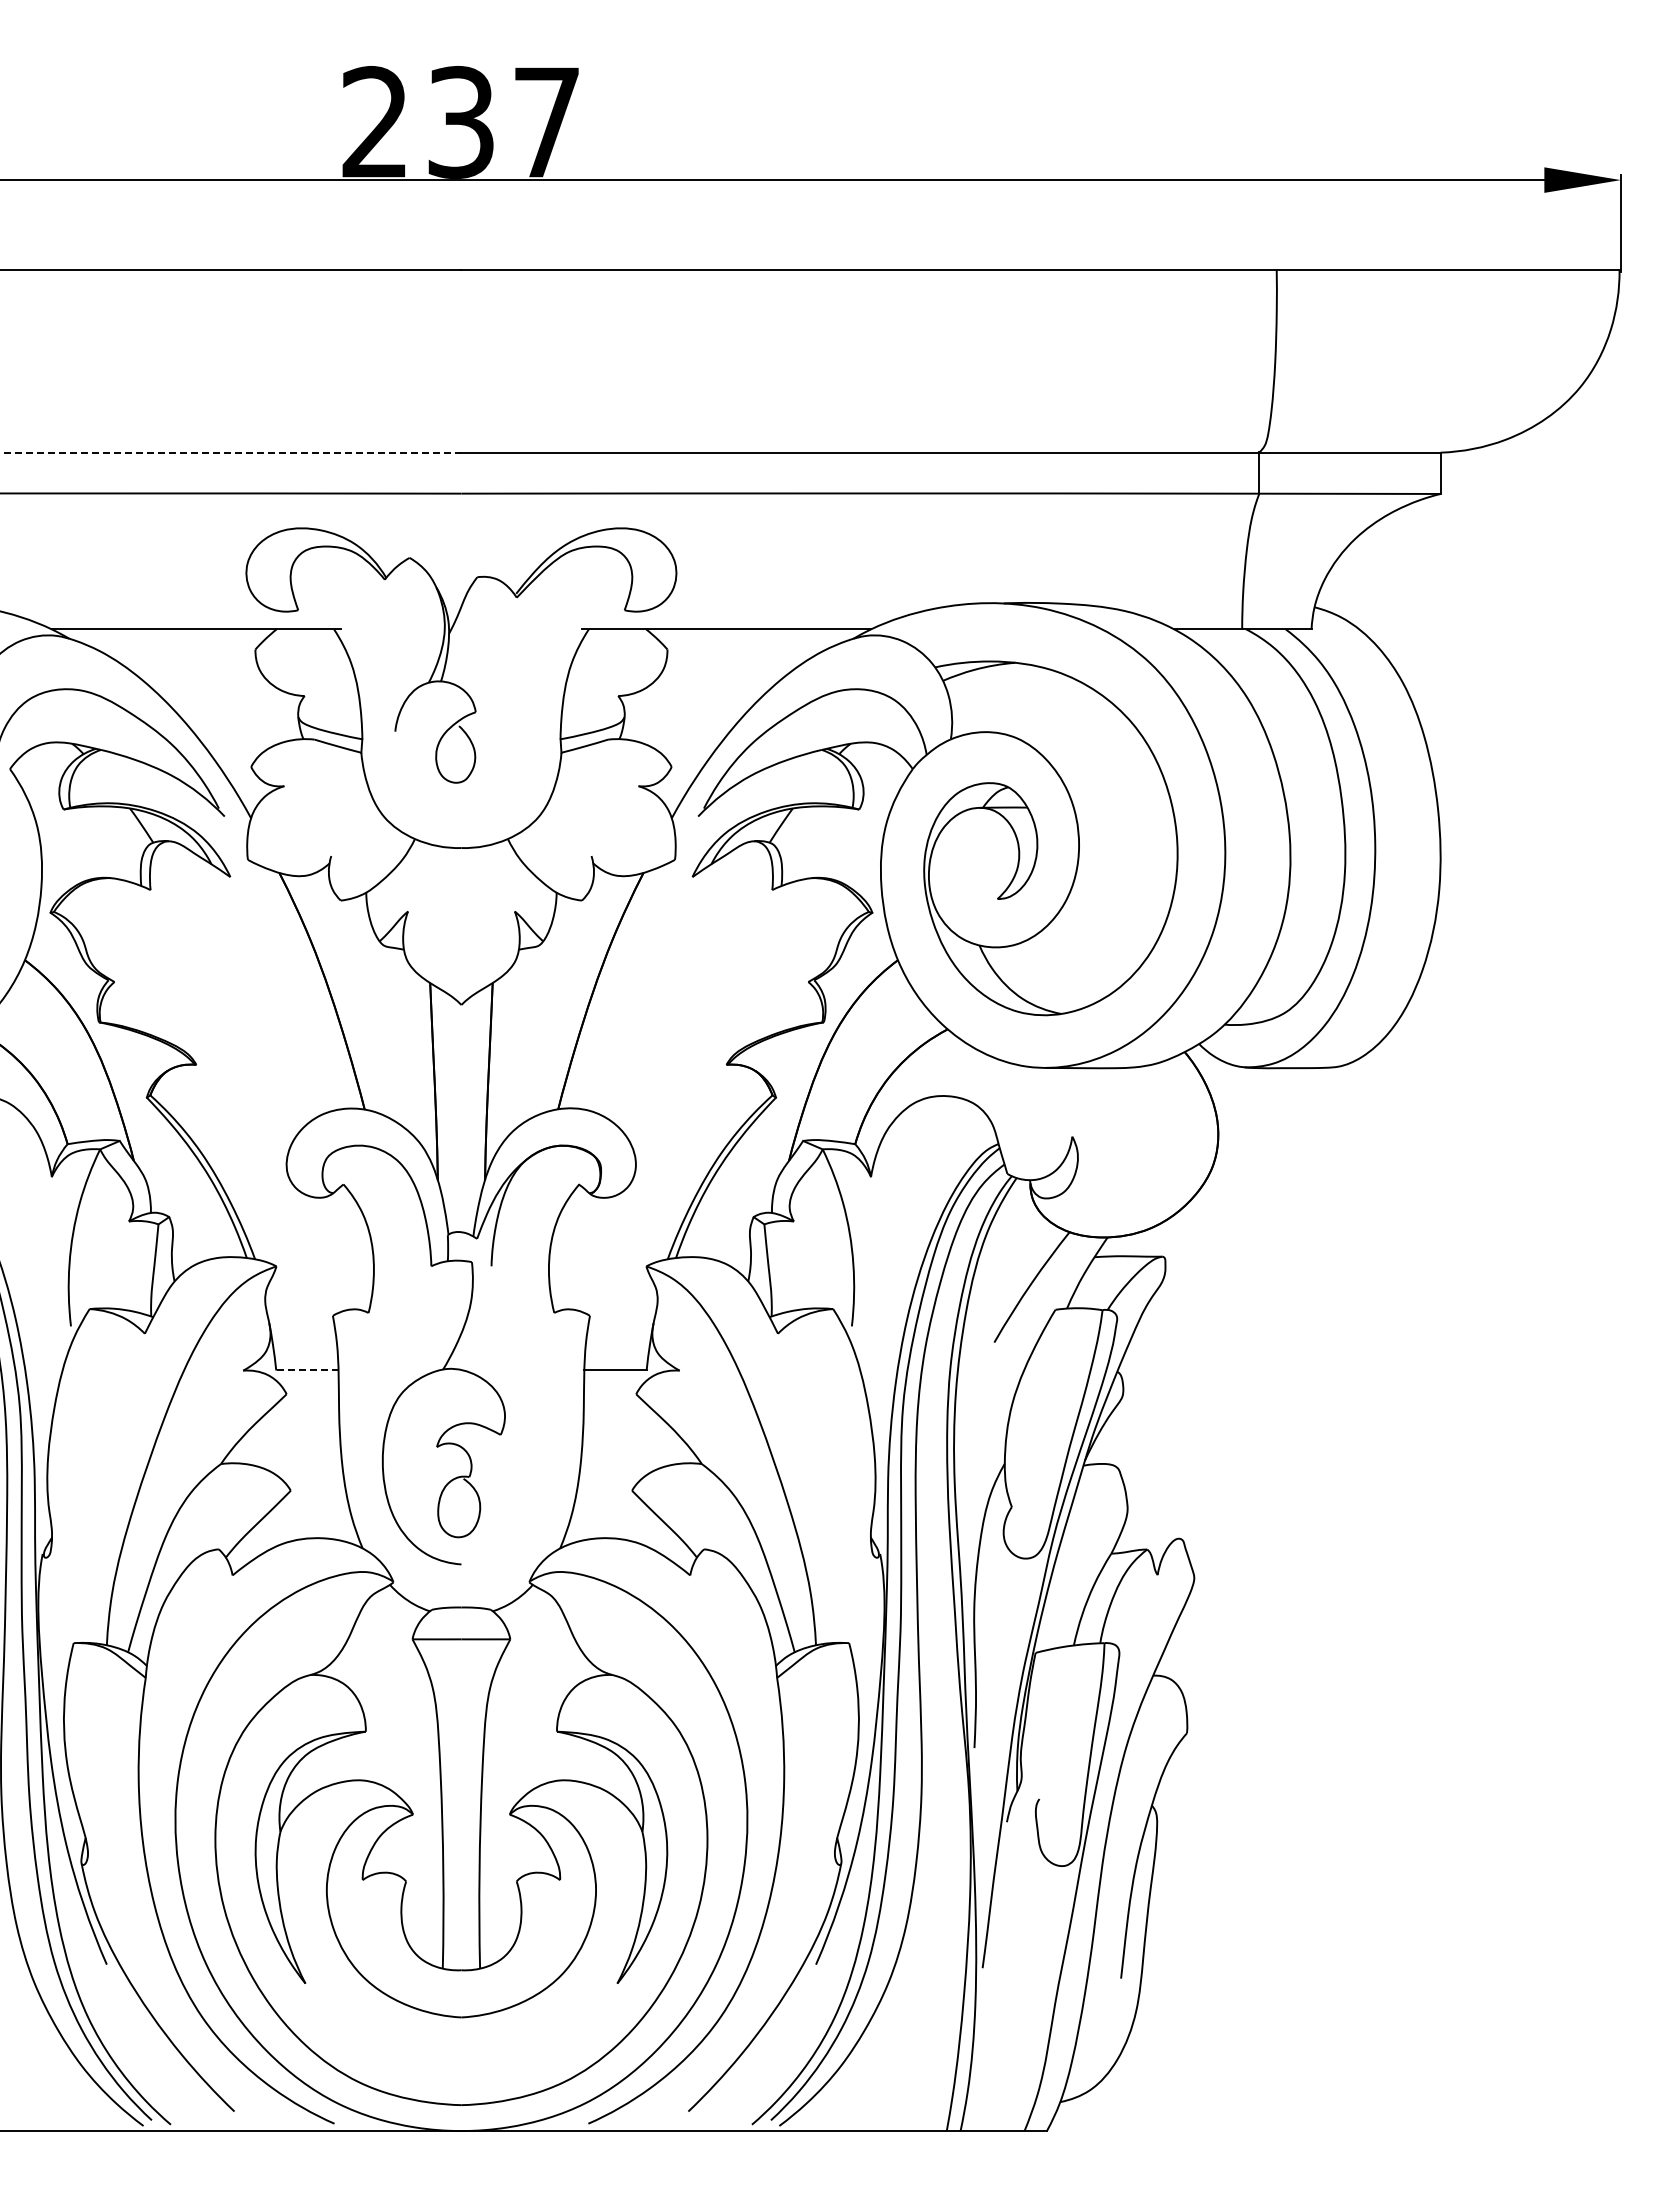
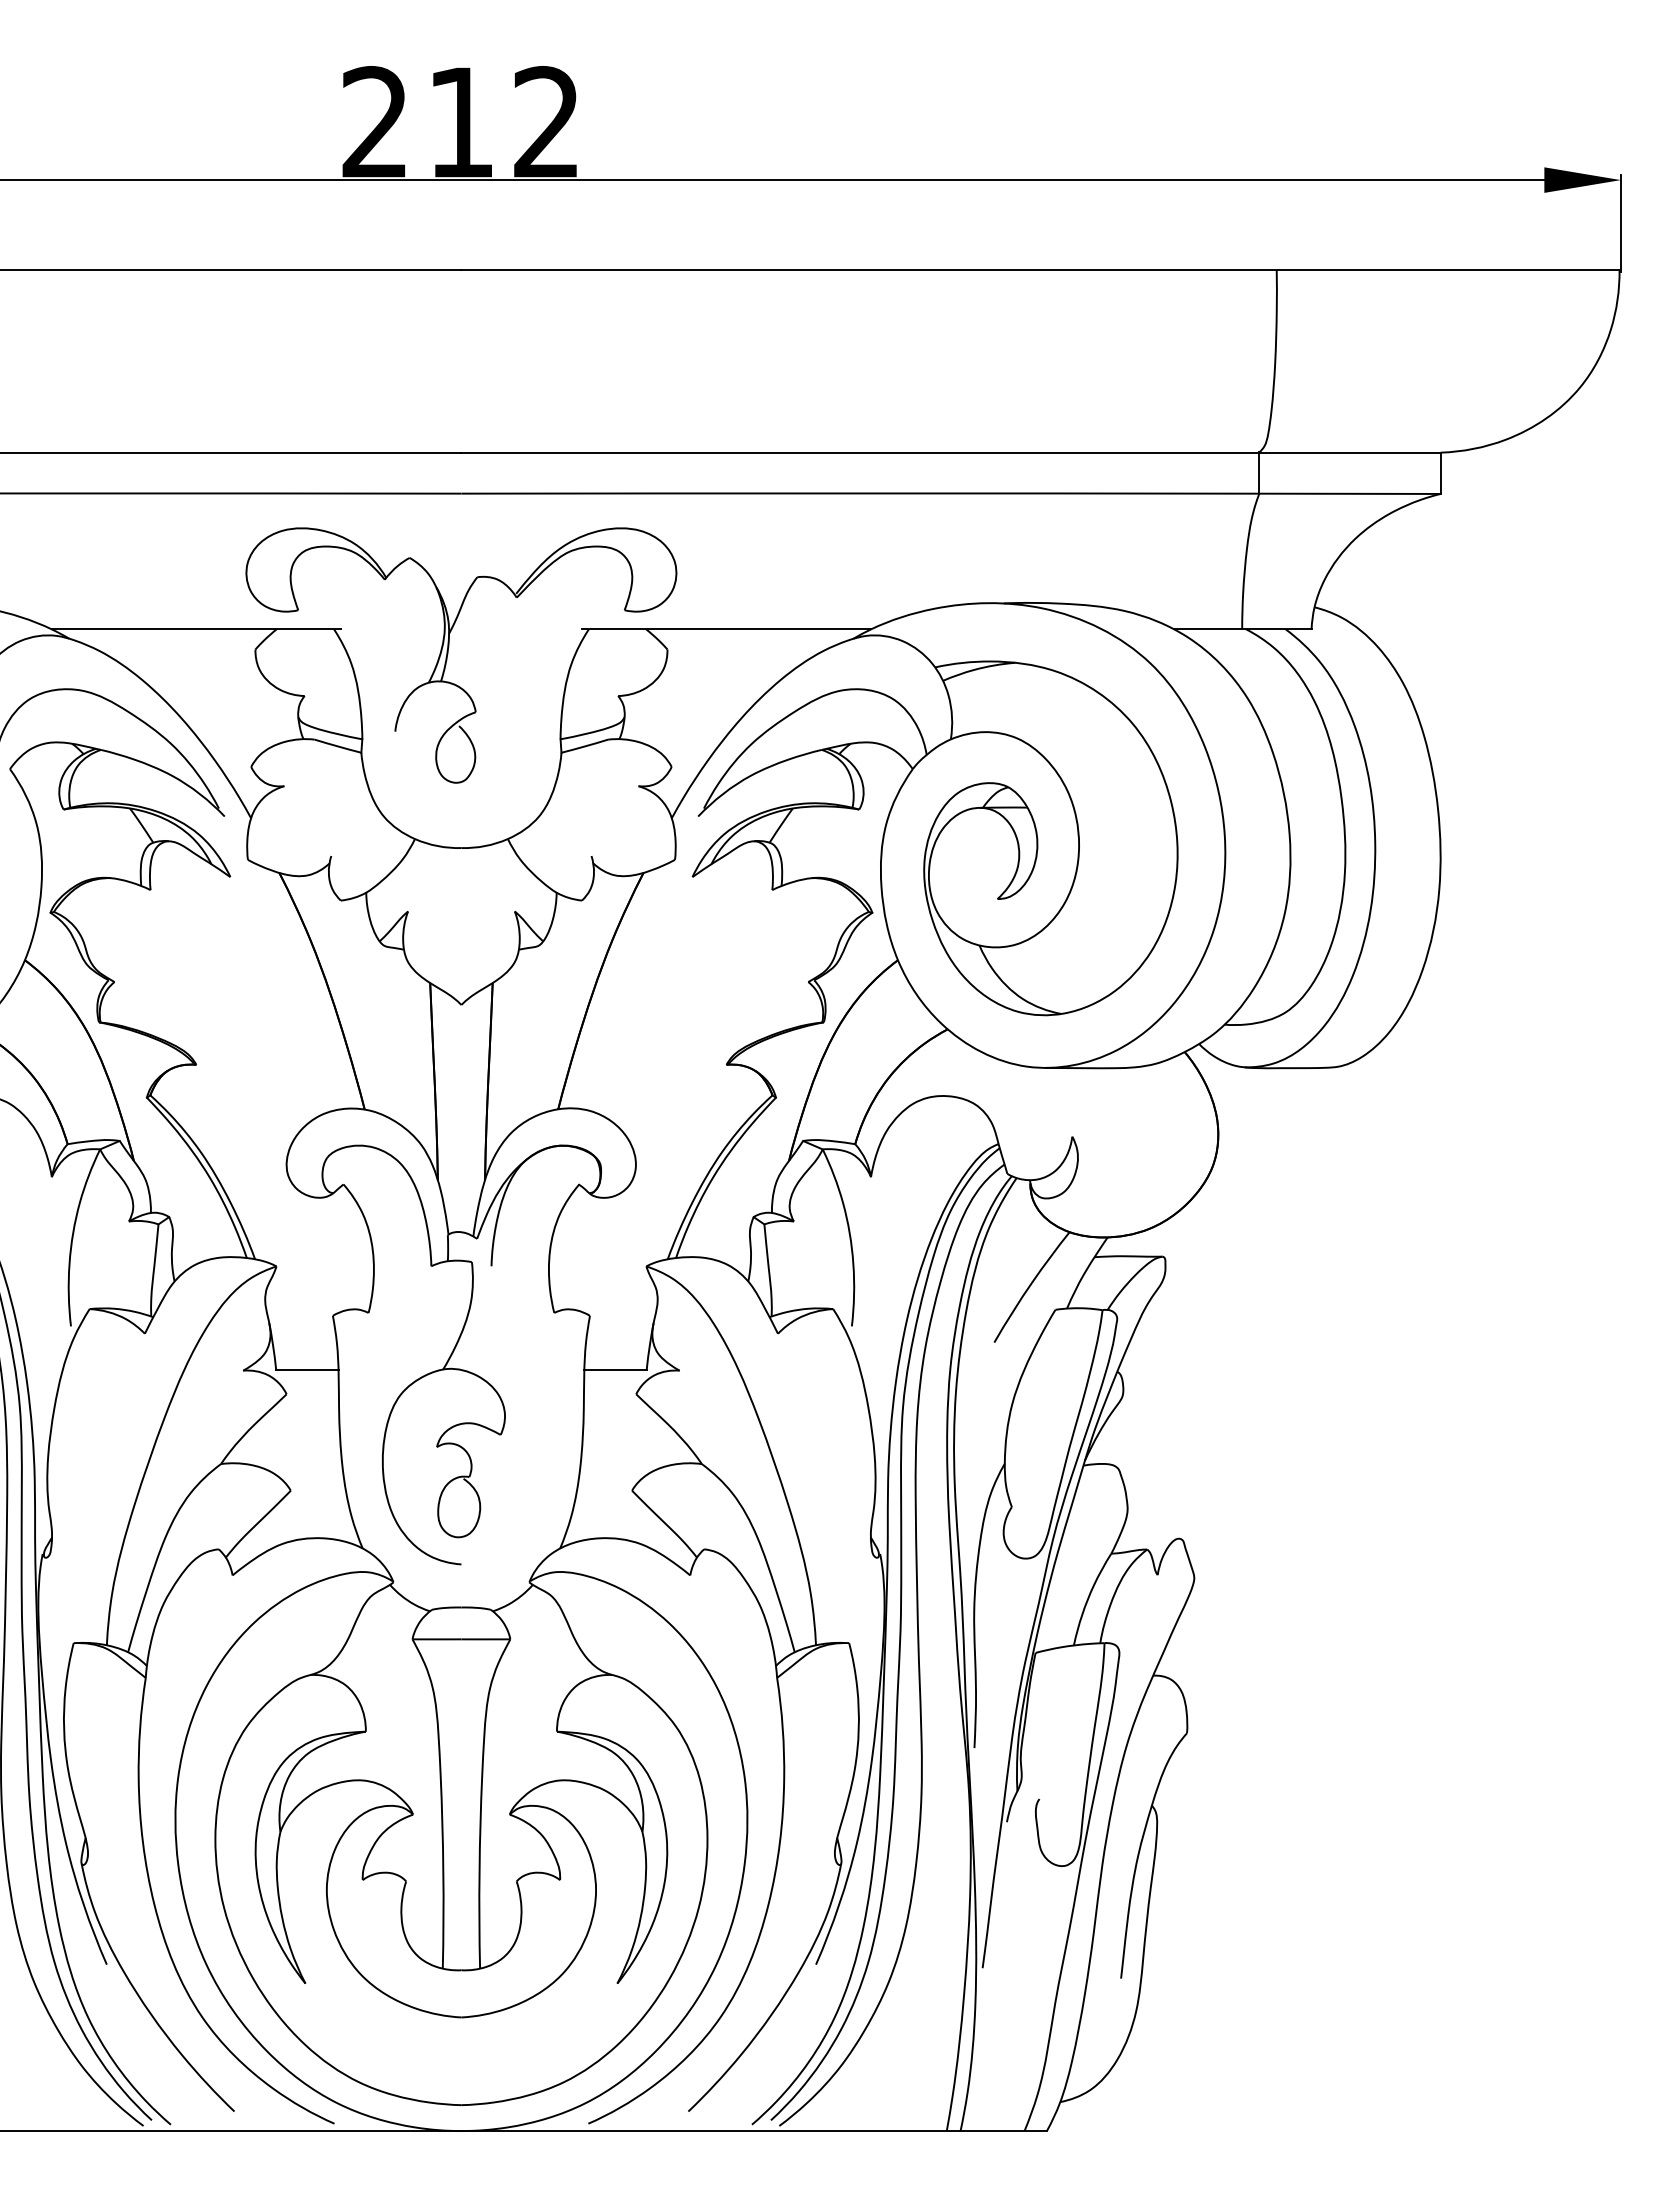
text at (503, 122): 237 -> 212
line at (231, 452): dashed -> solid
line at (306, 1370): dashed -> solid
